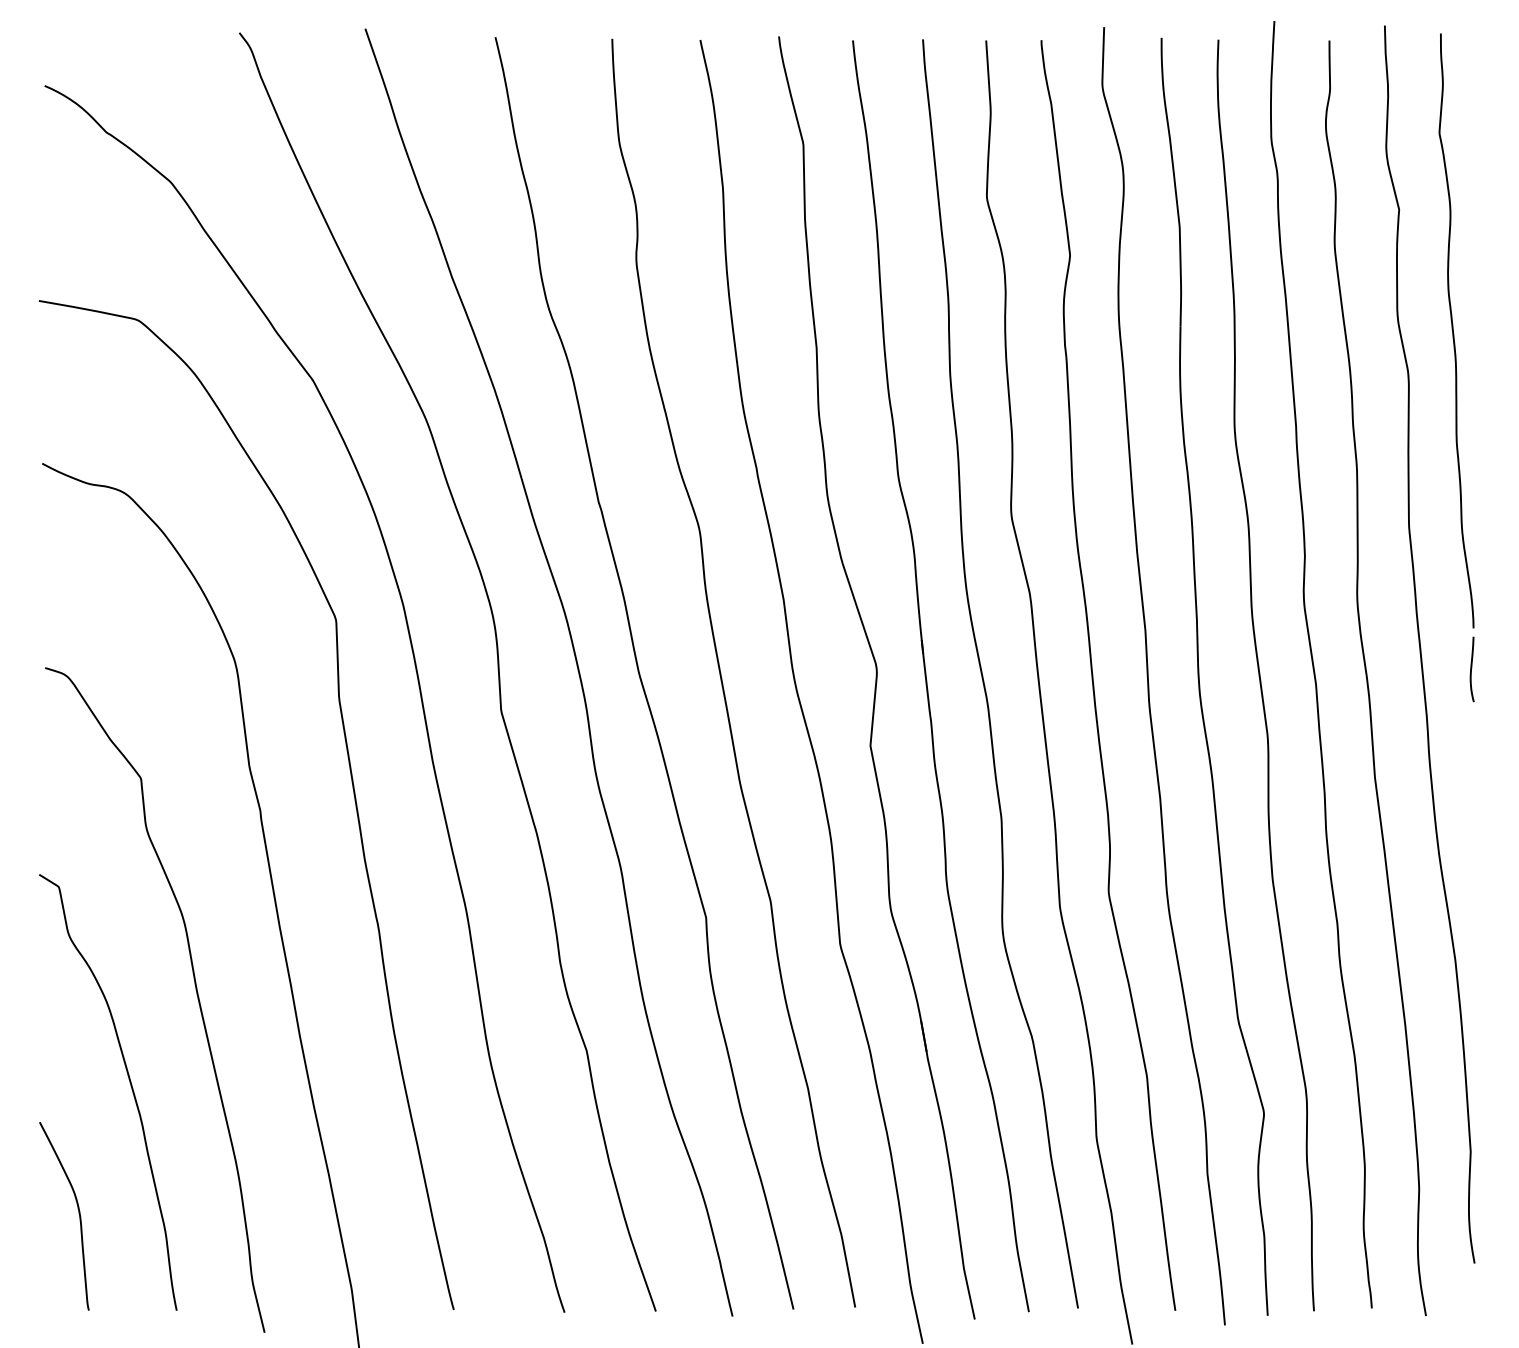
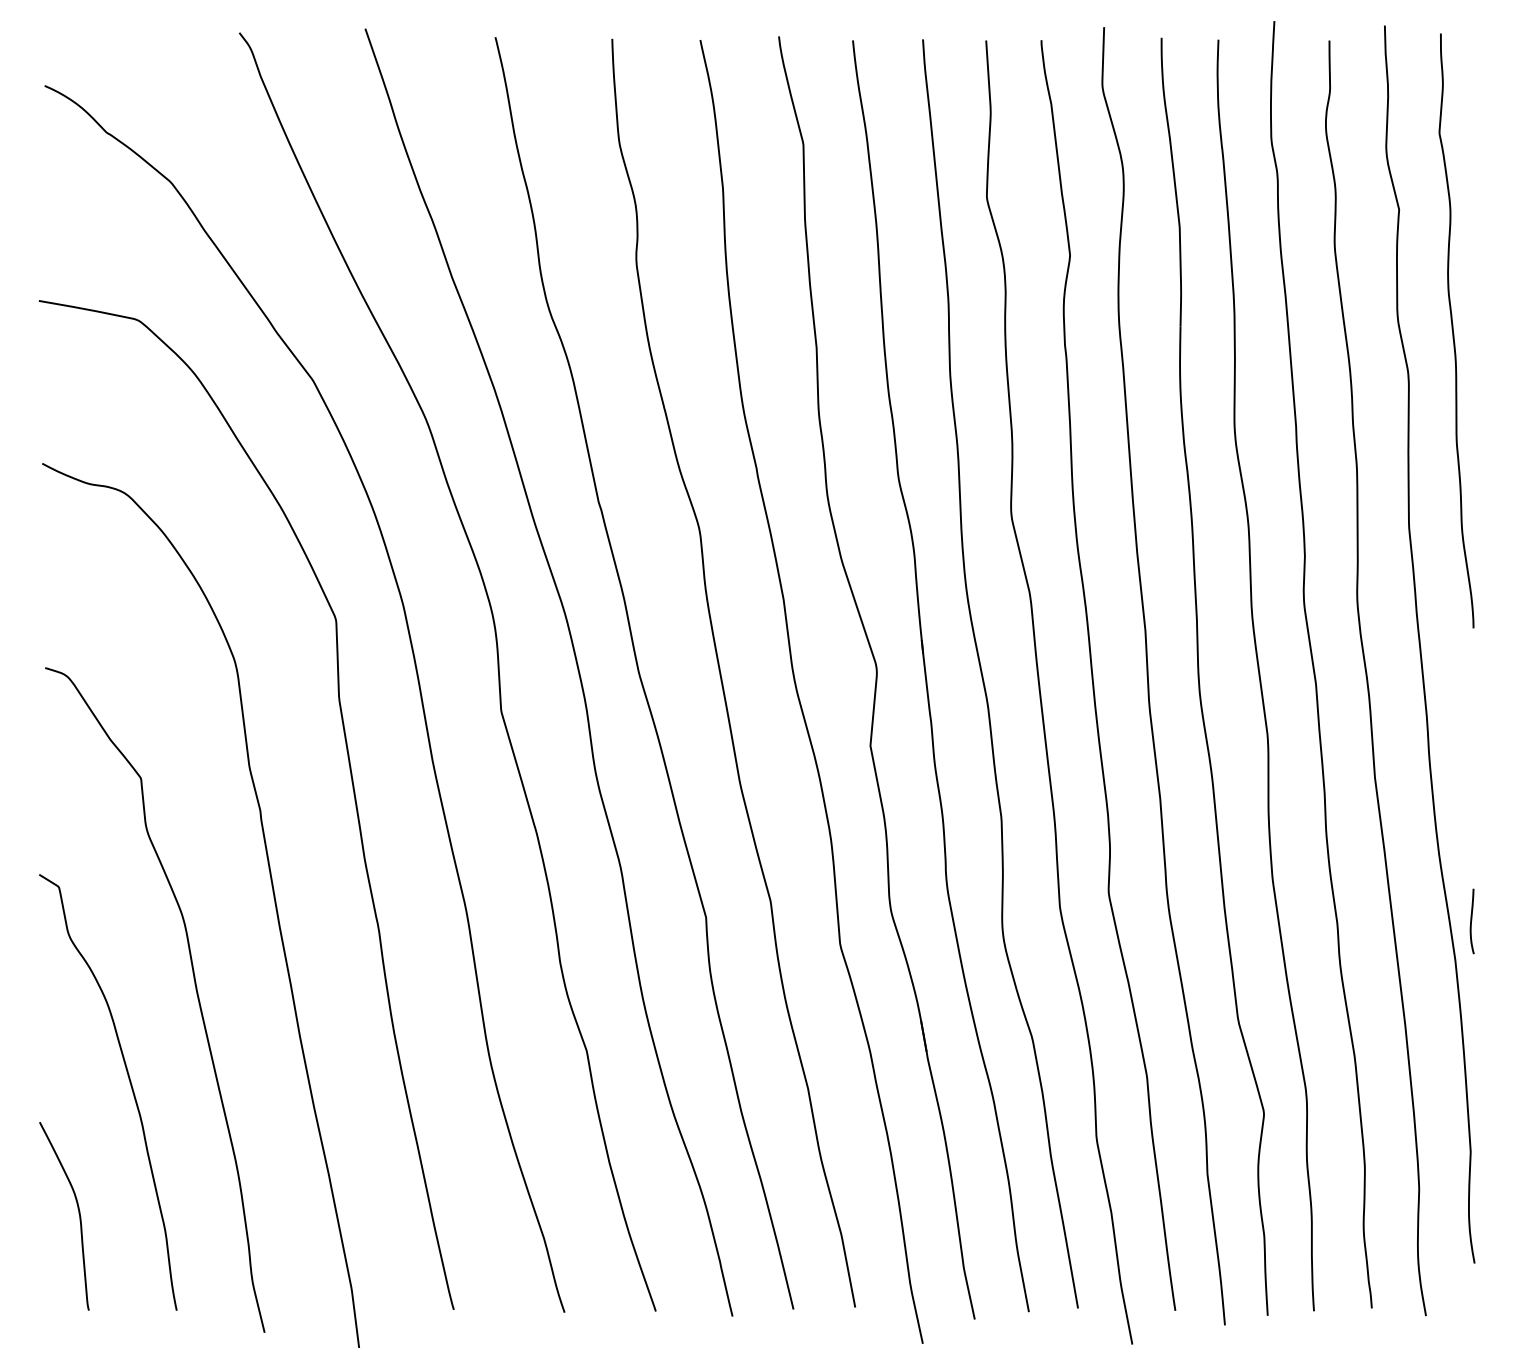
curve at (1471, 669) position: (1471, 669) -> (1471, 921)
